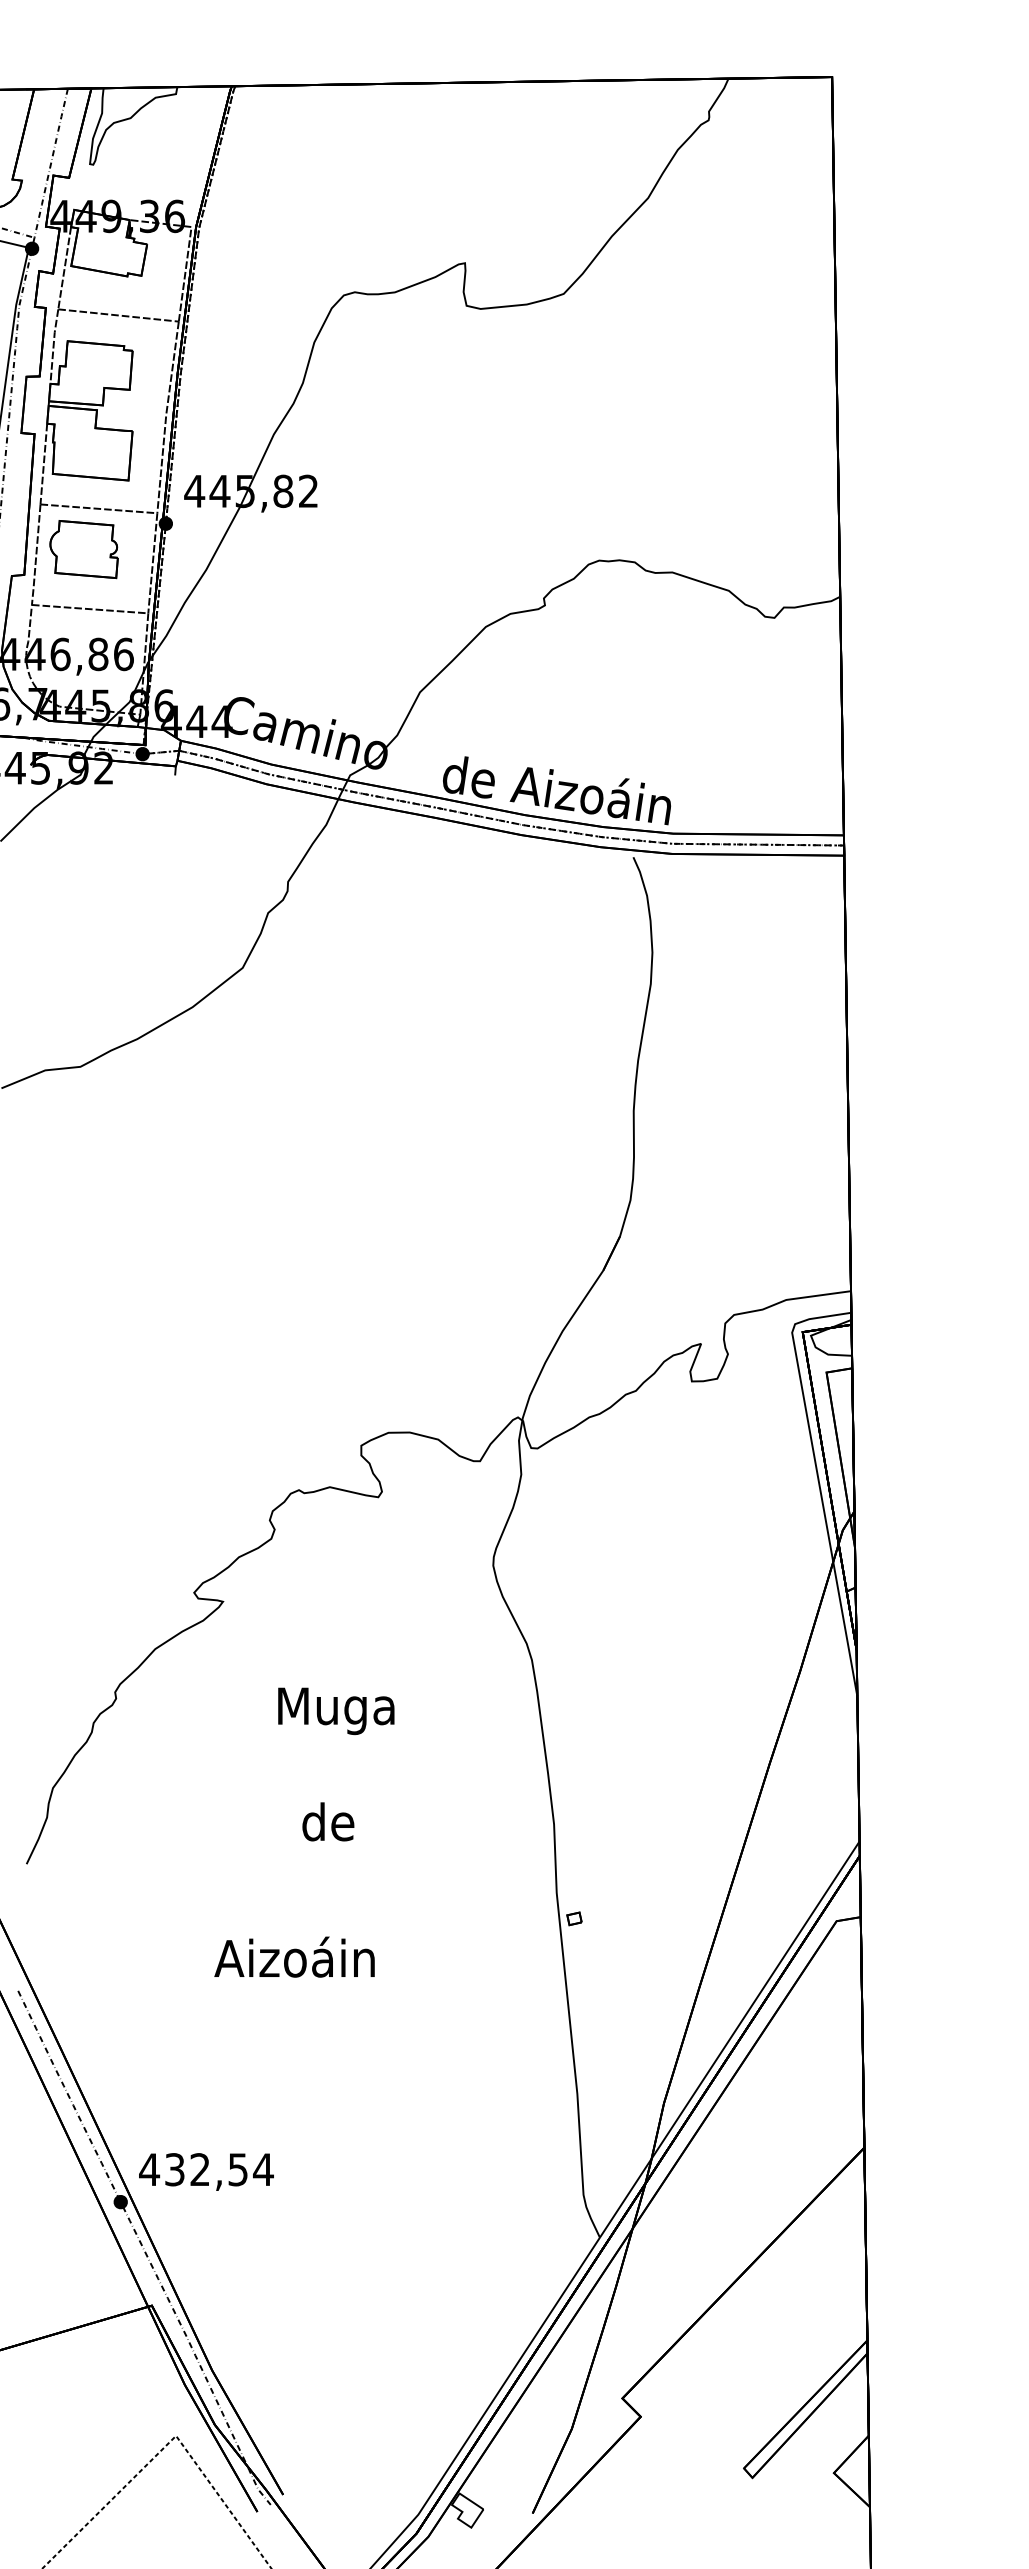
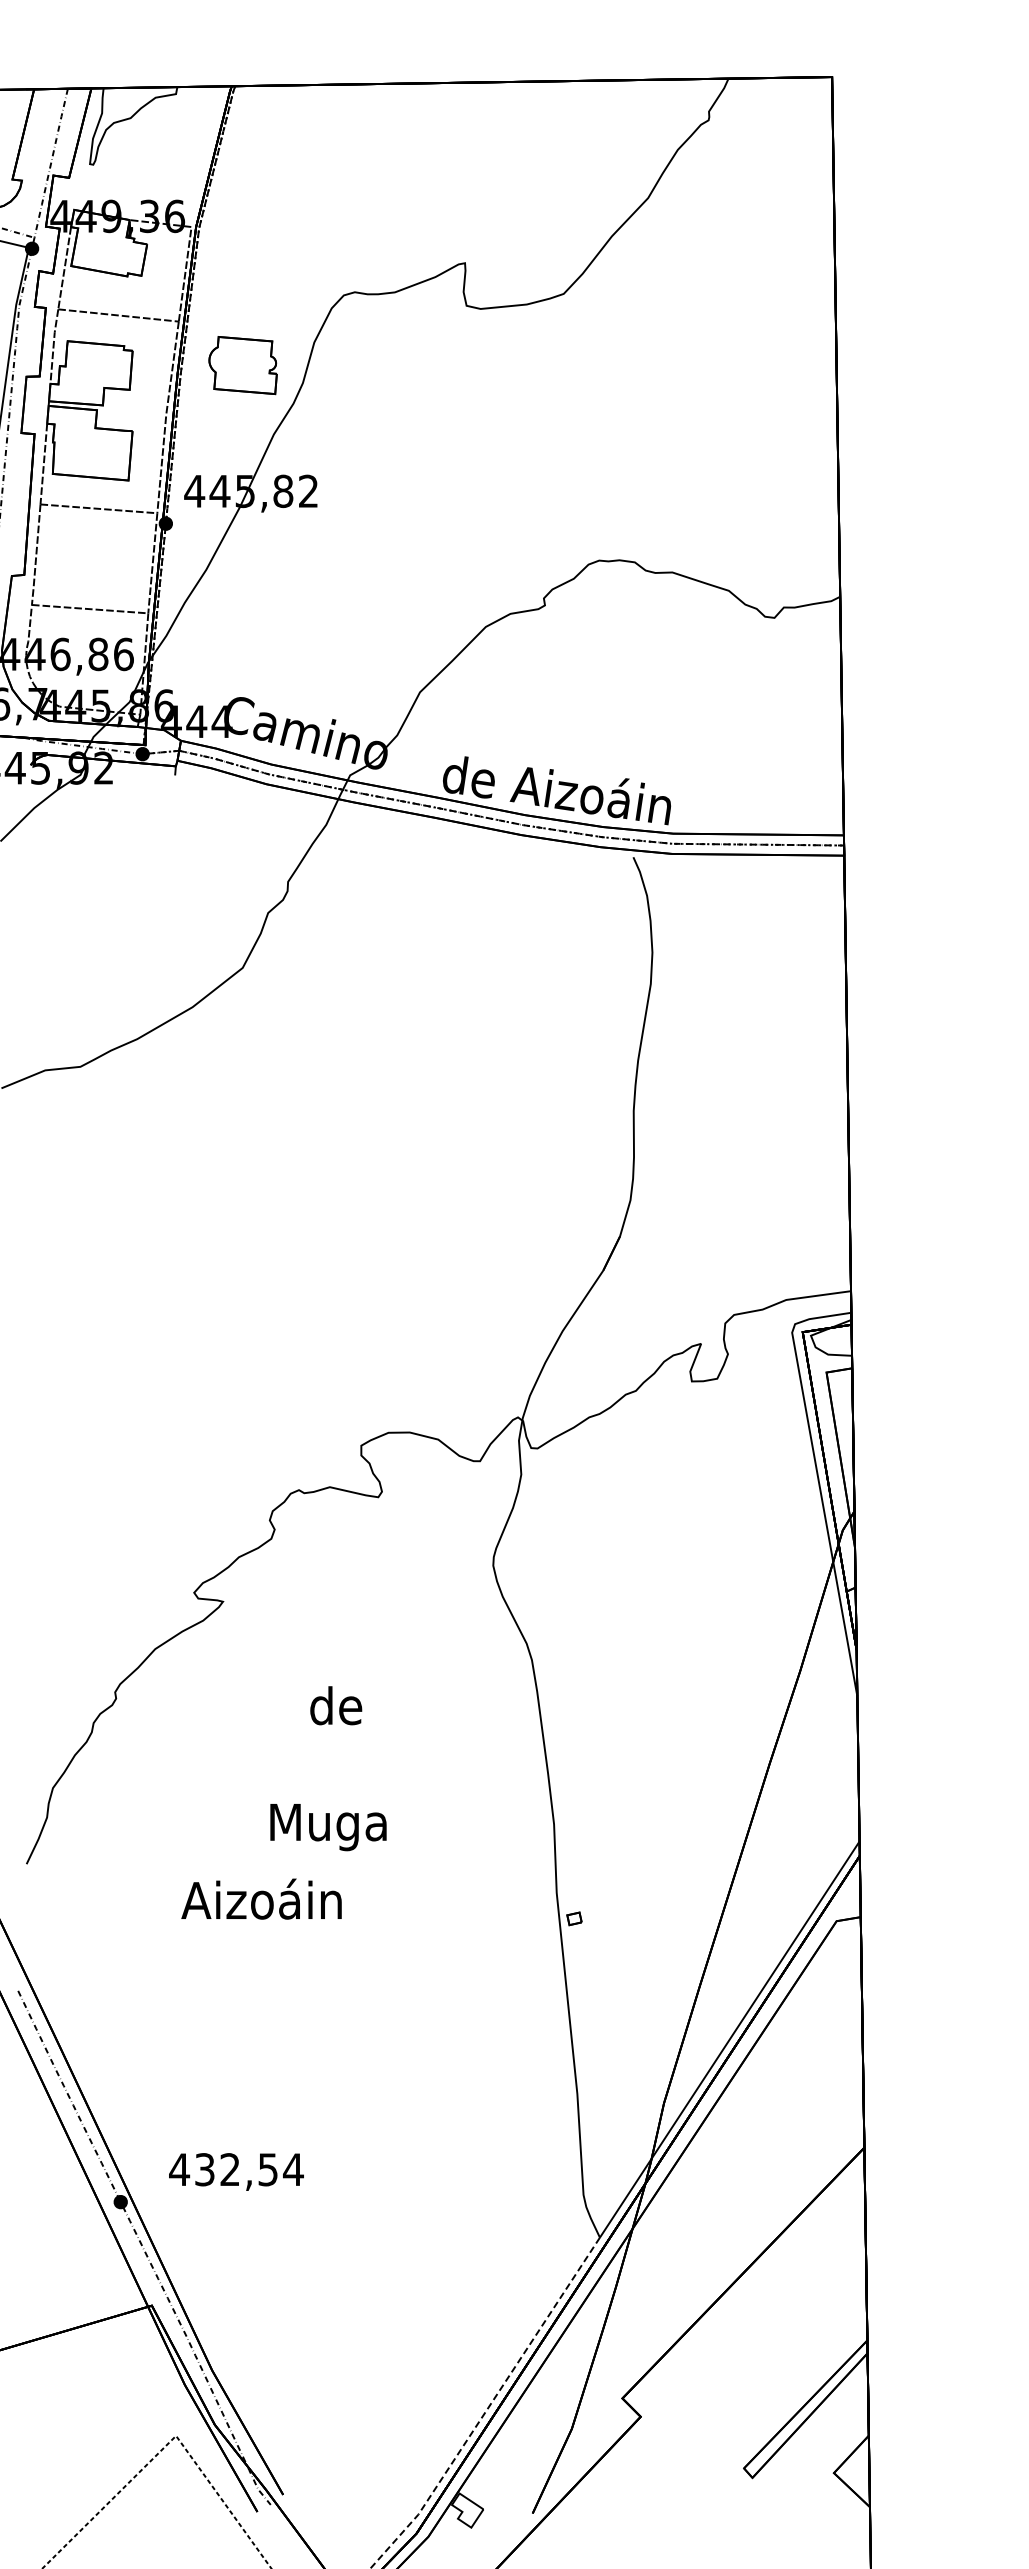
part at (83, 549) position: (83, 549) -> (242, 365)
text at (336, 1710): Muga -> de
text at (328, 1826): de -> Muga
text at (294, 1956) position: (294, 1956) -> (261, 1898)
text at (206, 2171) position: (206, 2171) -> (236, 2171)
line at (488, 2407): solid -> dashed
